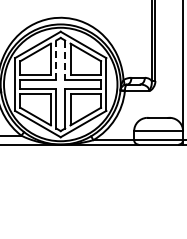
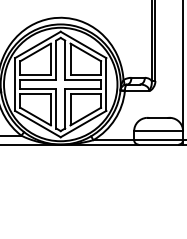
line at (56, 60): dashed -> solid
line at (65, 60): dashed -> solid
